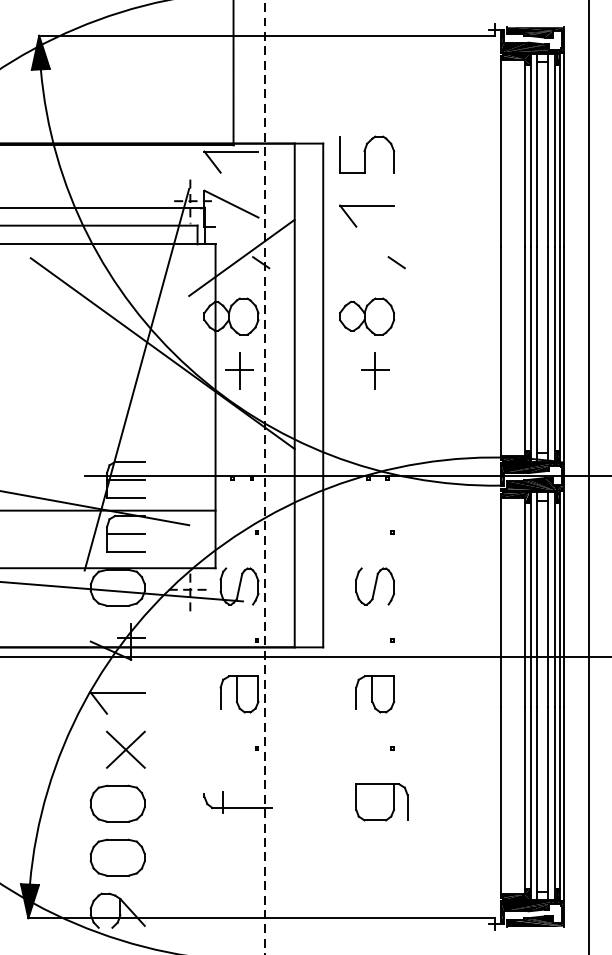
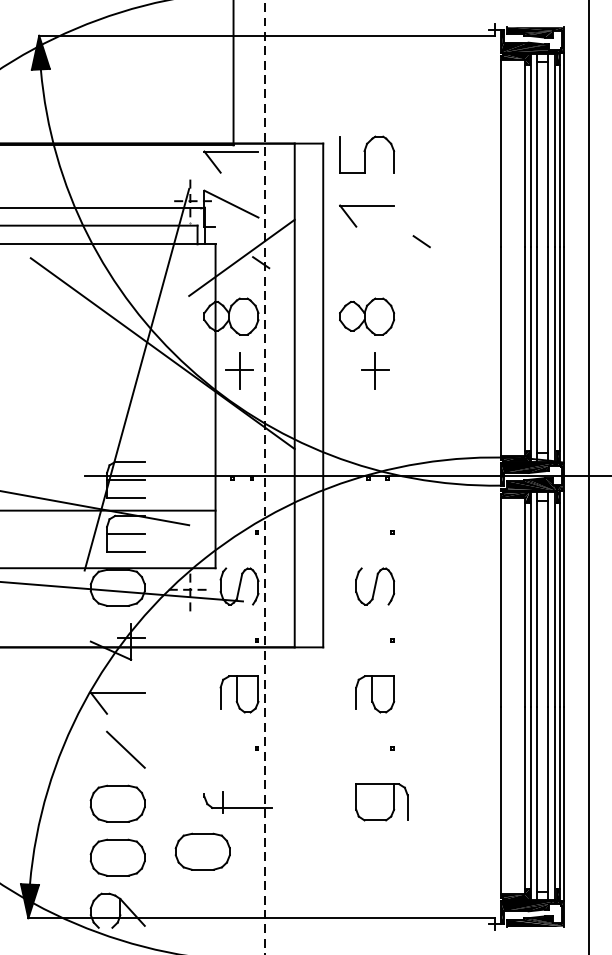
line at (396, 262) position: (396, 262) -> (421, 241)
line at (305, 656): present -> none
line at (125, 749): present -> none
part at (202, 851): none -> present
